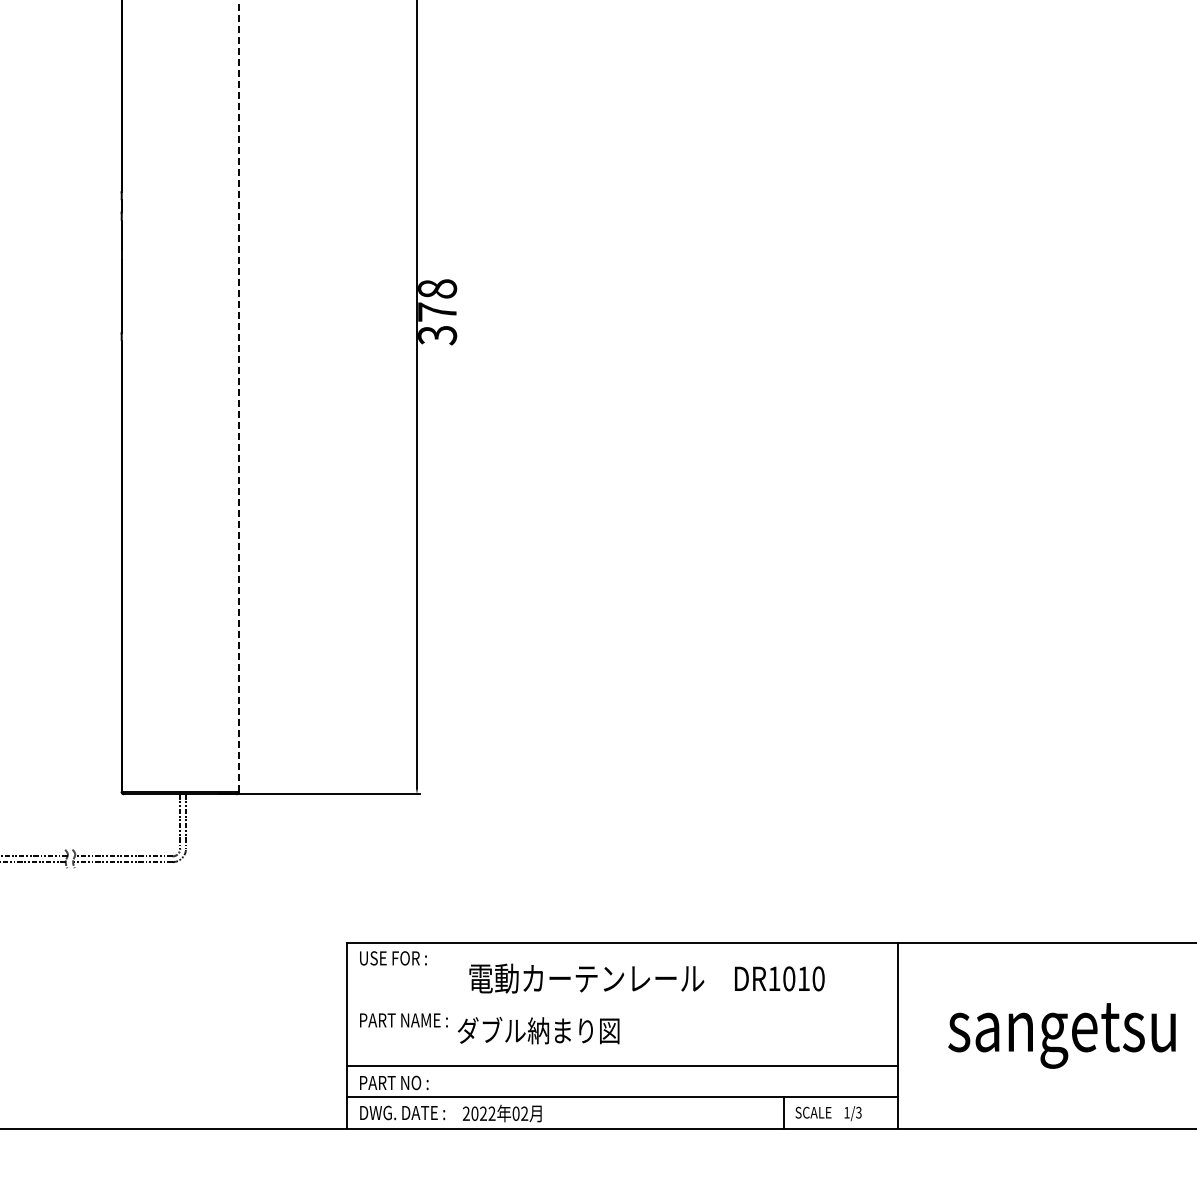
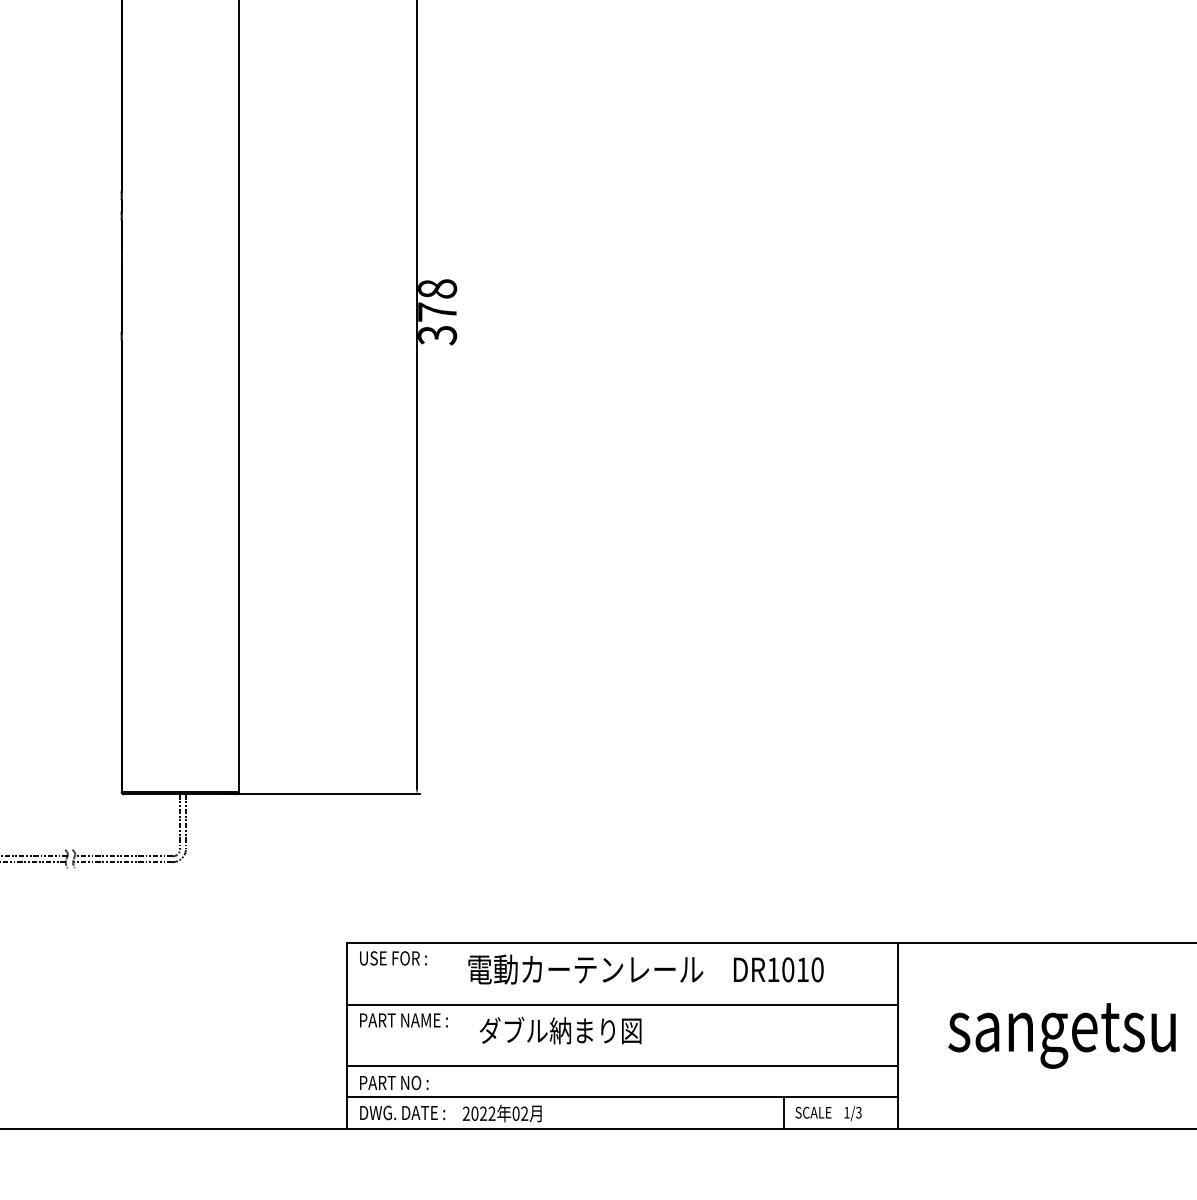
line at (238, 396): dashed -> solid
text at (646, 978) position: (646, 978) -> (645, 969)
line at (622, 1004): none -> present
text at (538, 1030) position: (538, 1030) -> (560, 1030)
